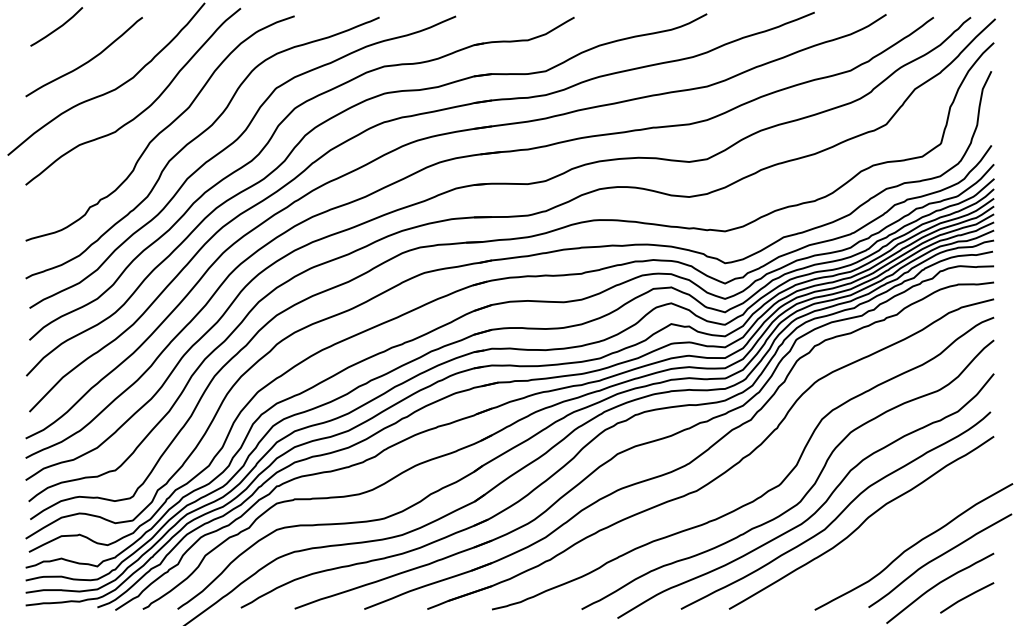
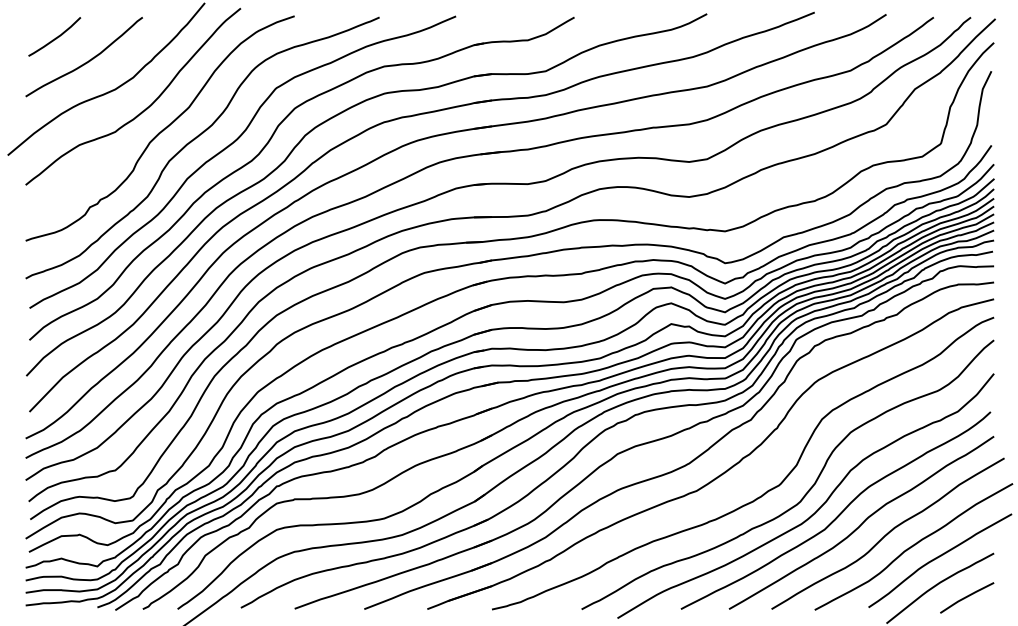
curve at (57, 27) position: (57, 27) -> (55, 37)
curve at (887, 533): none -> present
